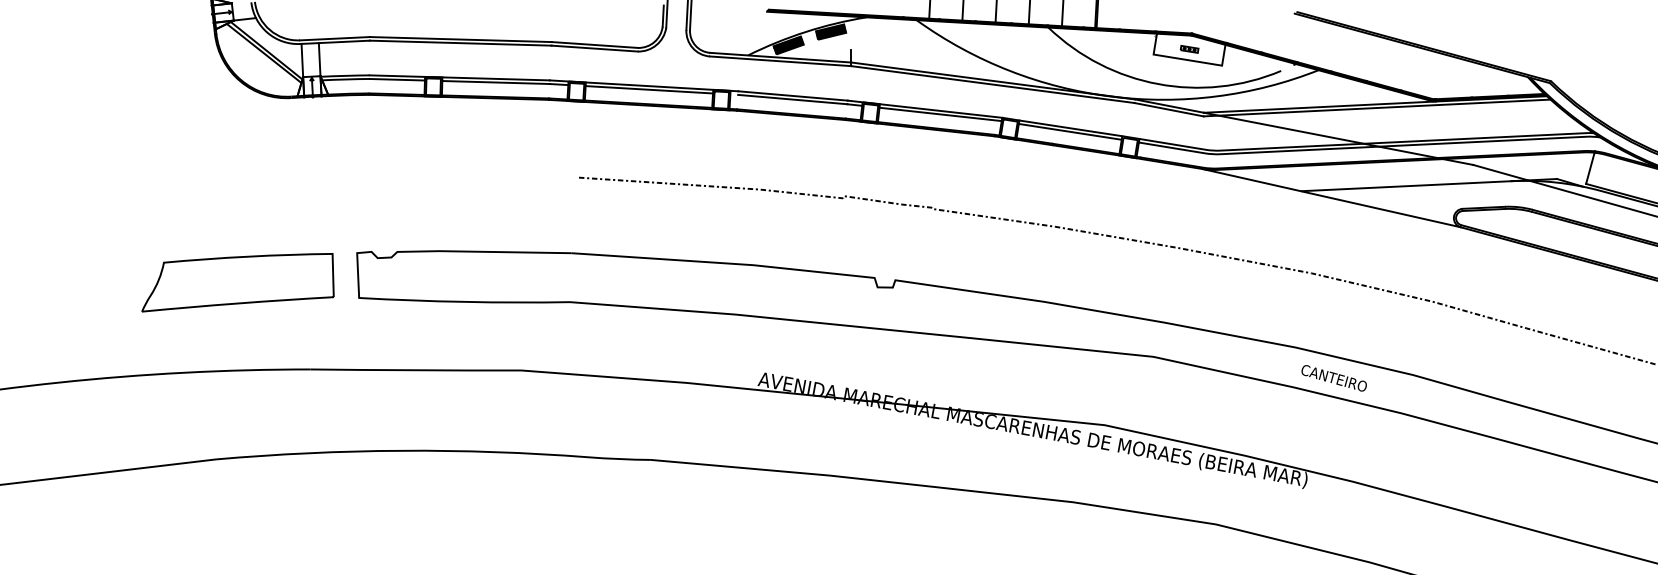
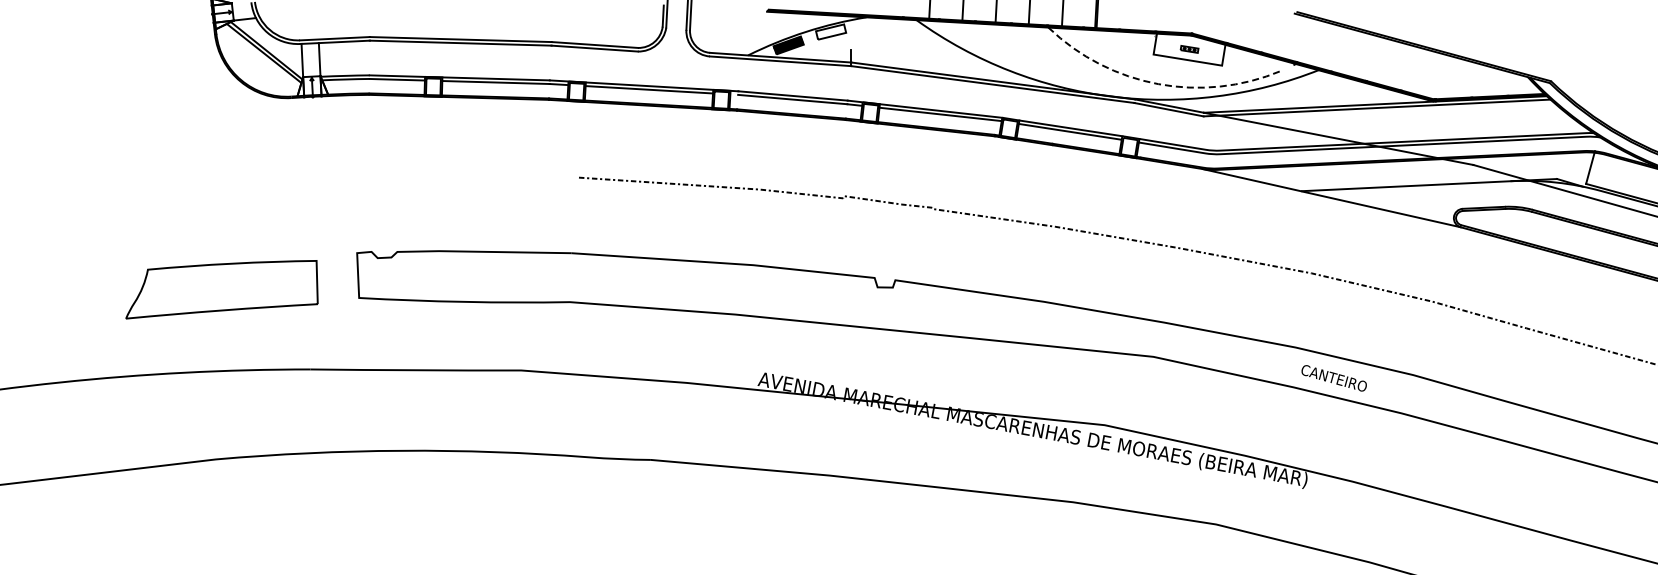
hatch at (830, 31): present -> none
arc at (1158, 84): solid -> dashed
part at (237, 282) position: (237, 282) -> (221, 289)
